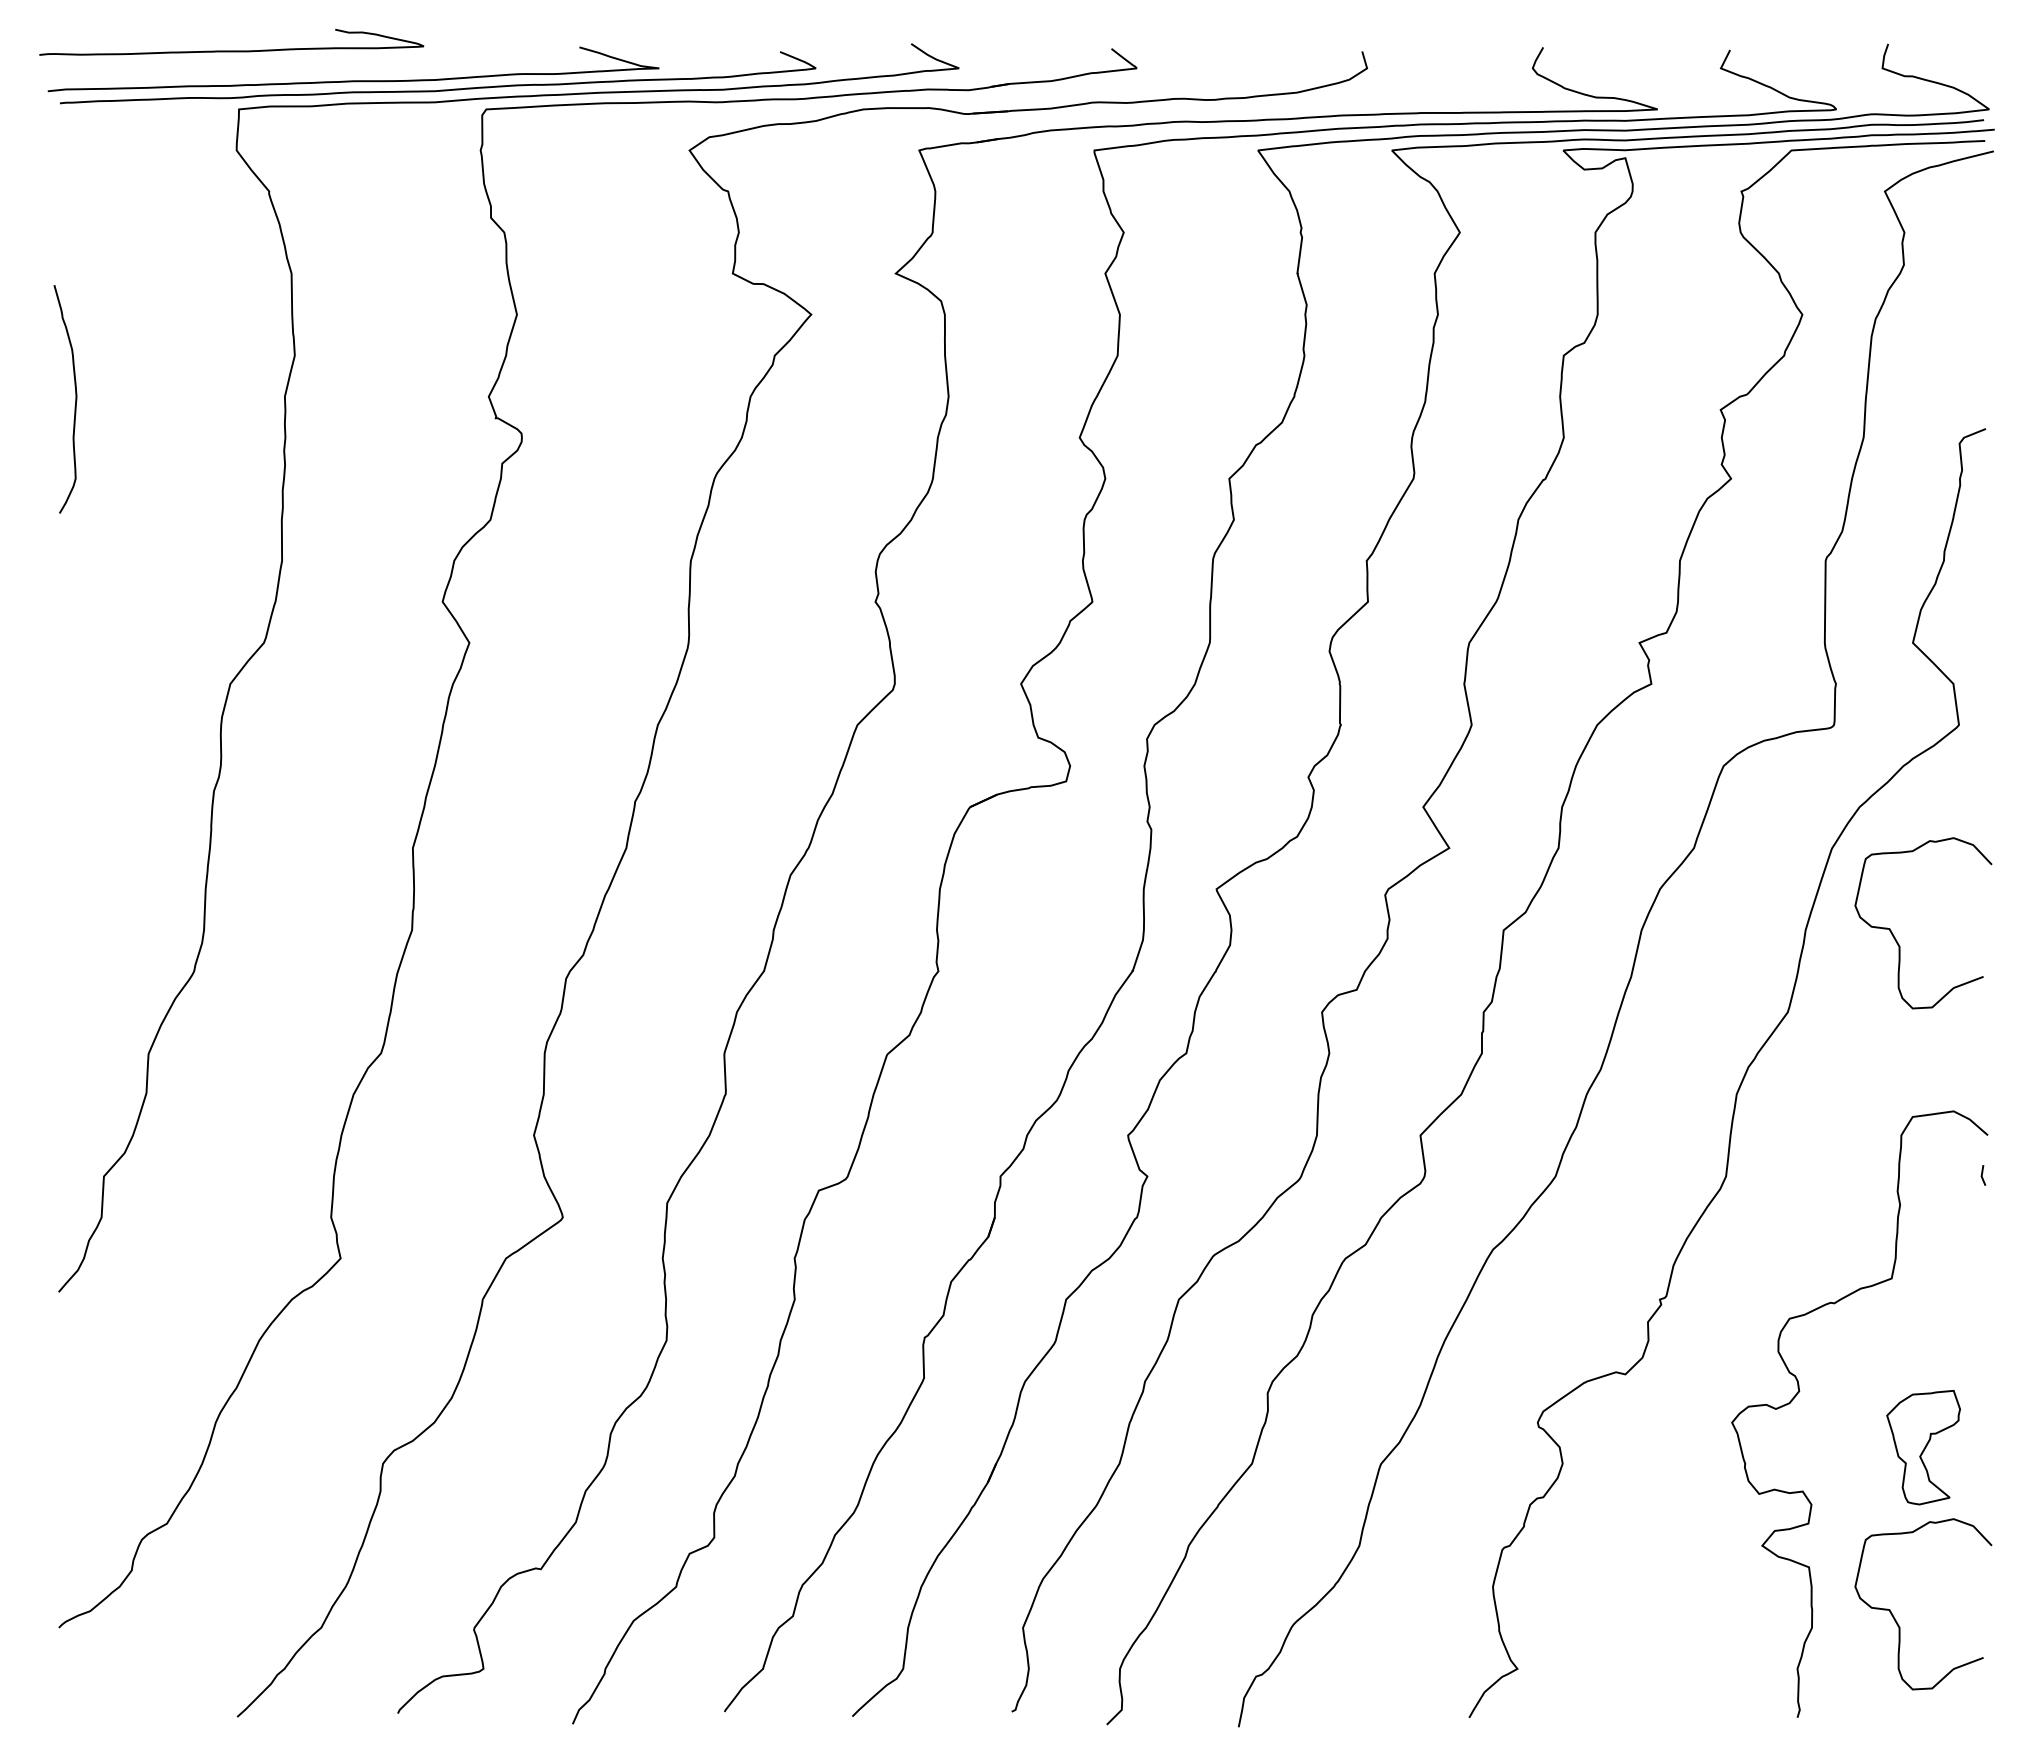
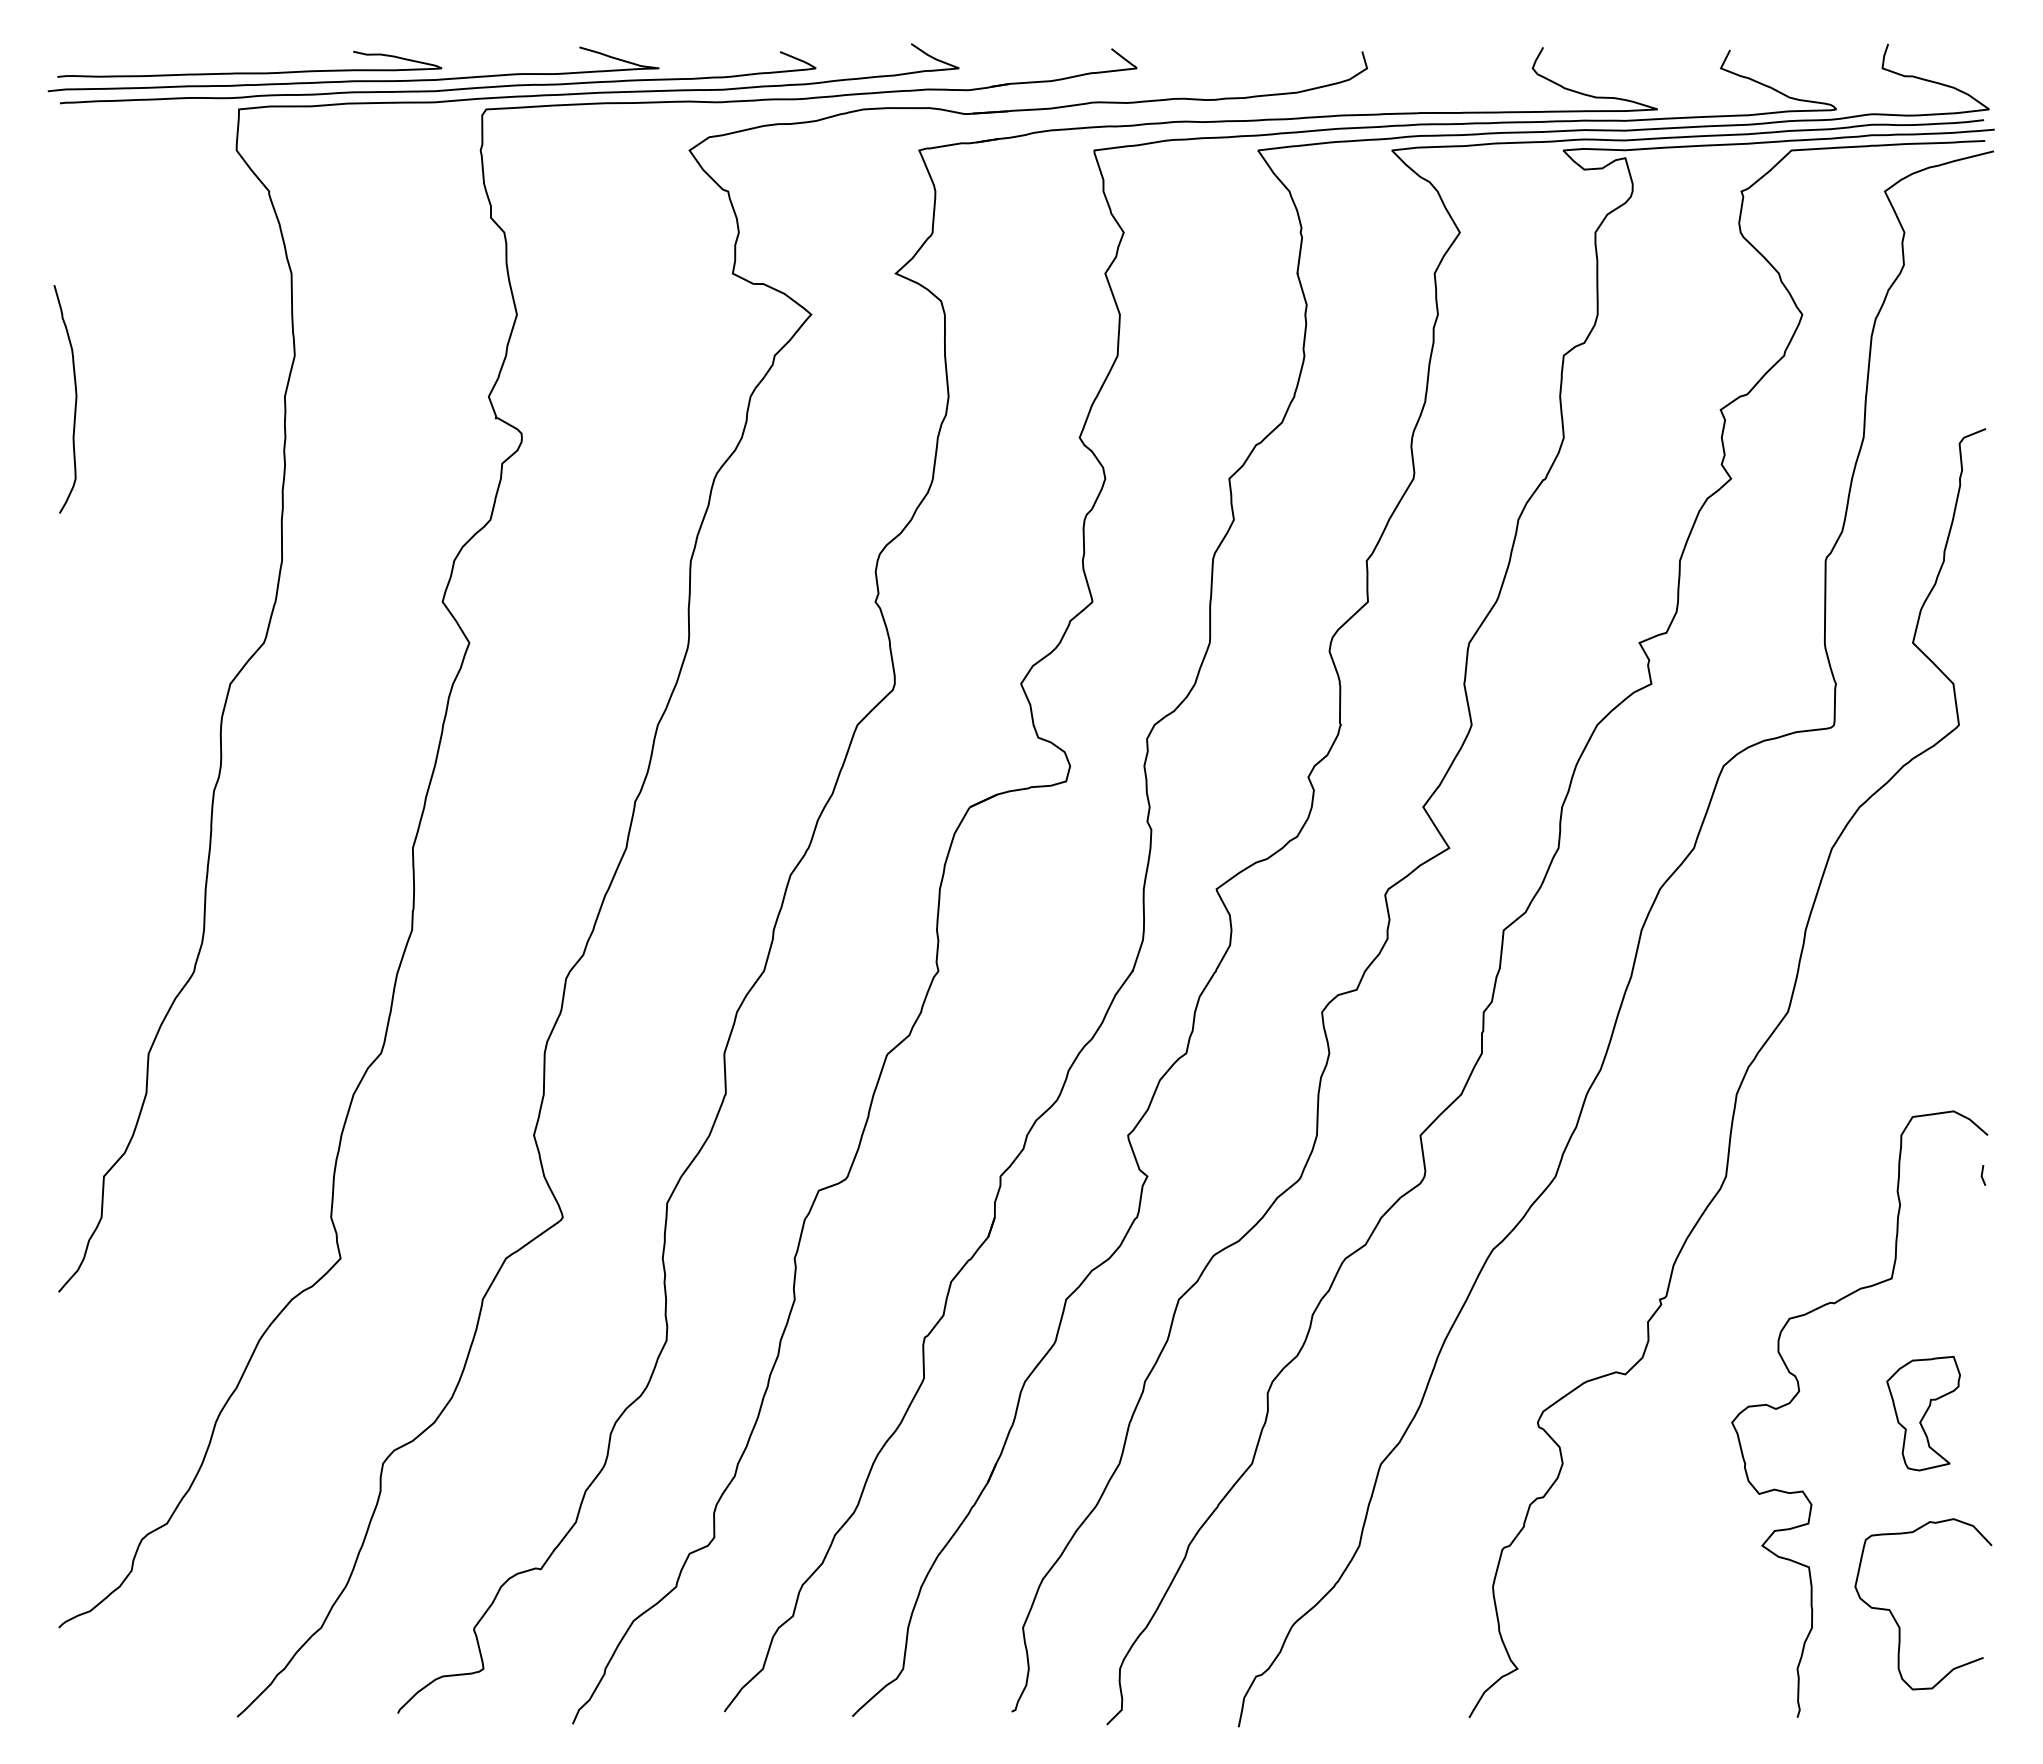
curve at (231, 50) position: (231, 50) -> (249, 72)
curve at (1895, 937): present -> none
part at (1923, 1447) position: (1923, 1447) -> (1923, 1413)
